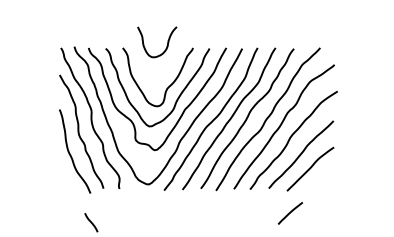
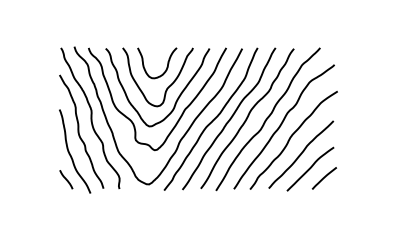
curve at (166, 45) position: (166, 45) -> (166, 66)
line at (289, 213) position: (289, 213) -> (323, 178)
line at (91, 222) position: (91, 222) -> (66, 179)
